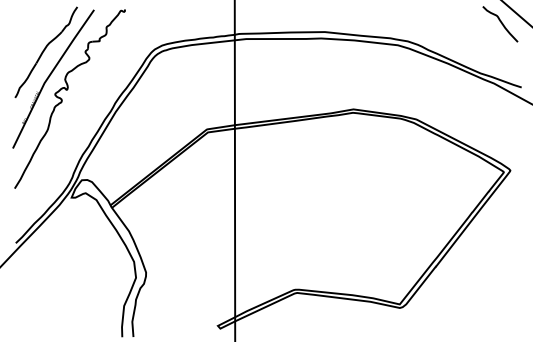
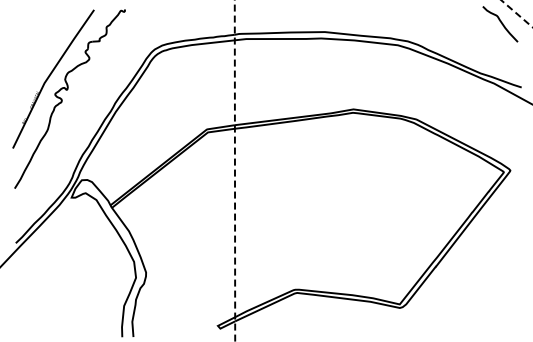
line at (516, 13): solid -> dashed
part at (45, 52): present -> none
line at (234, 170): solid -> dashed
